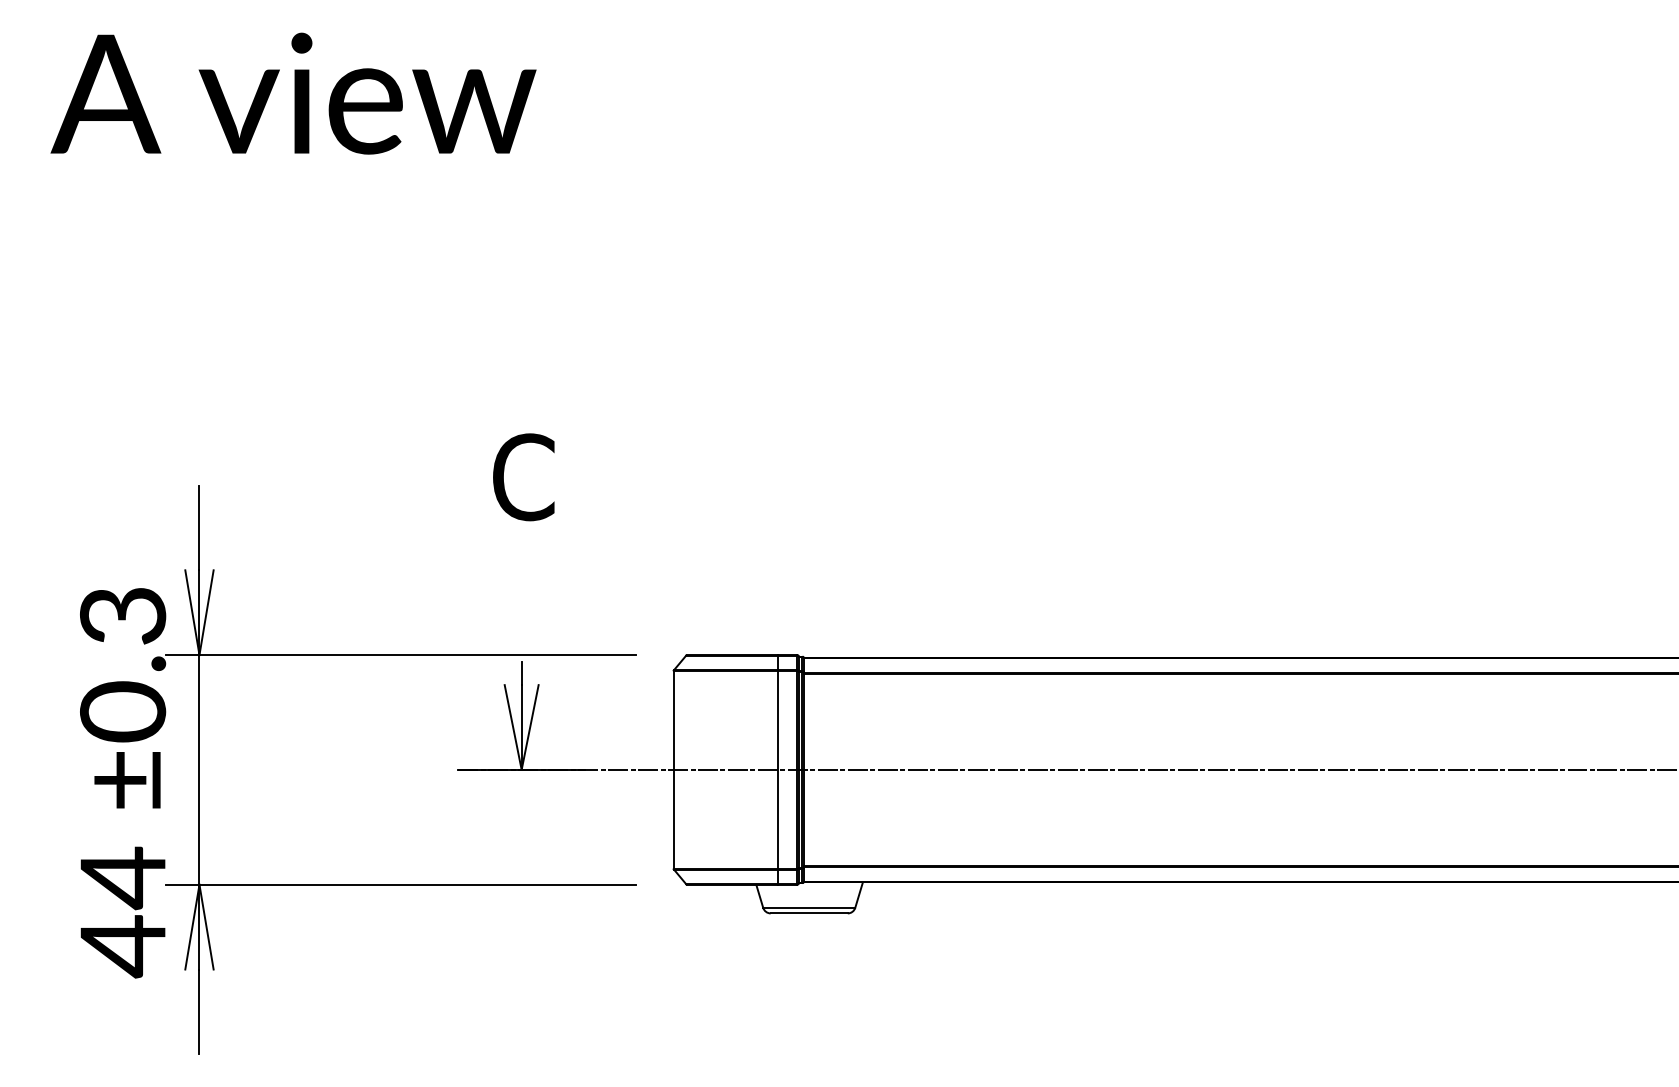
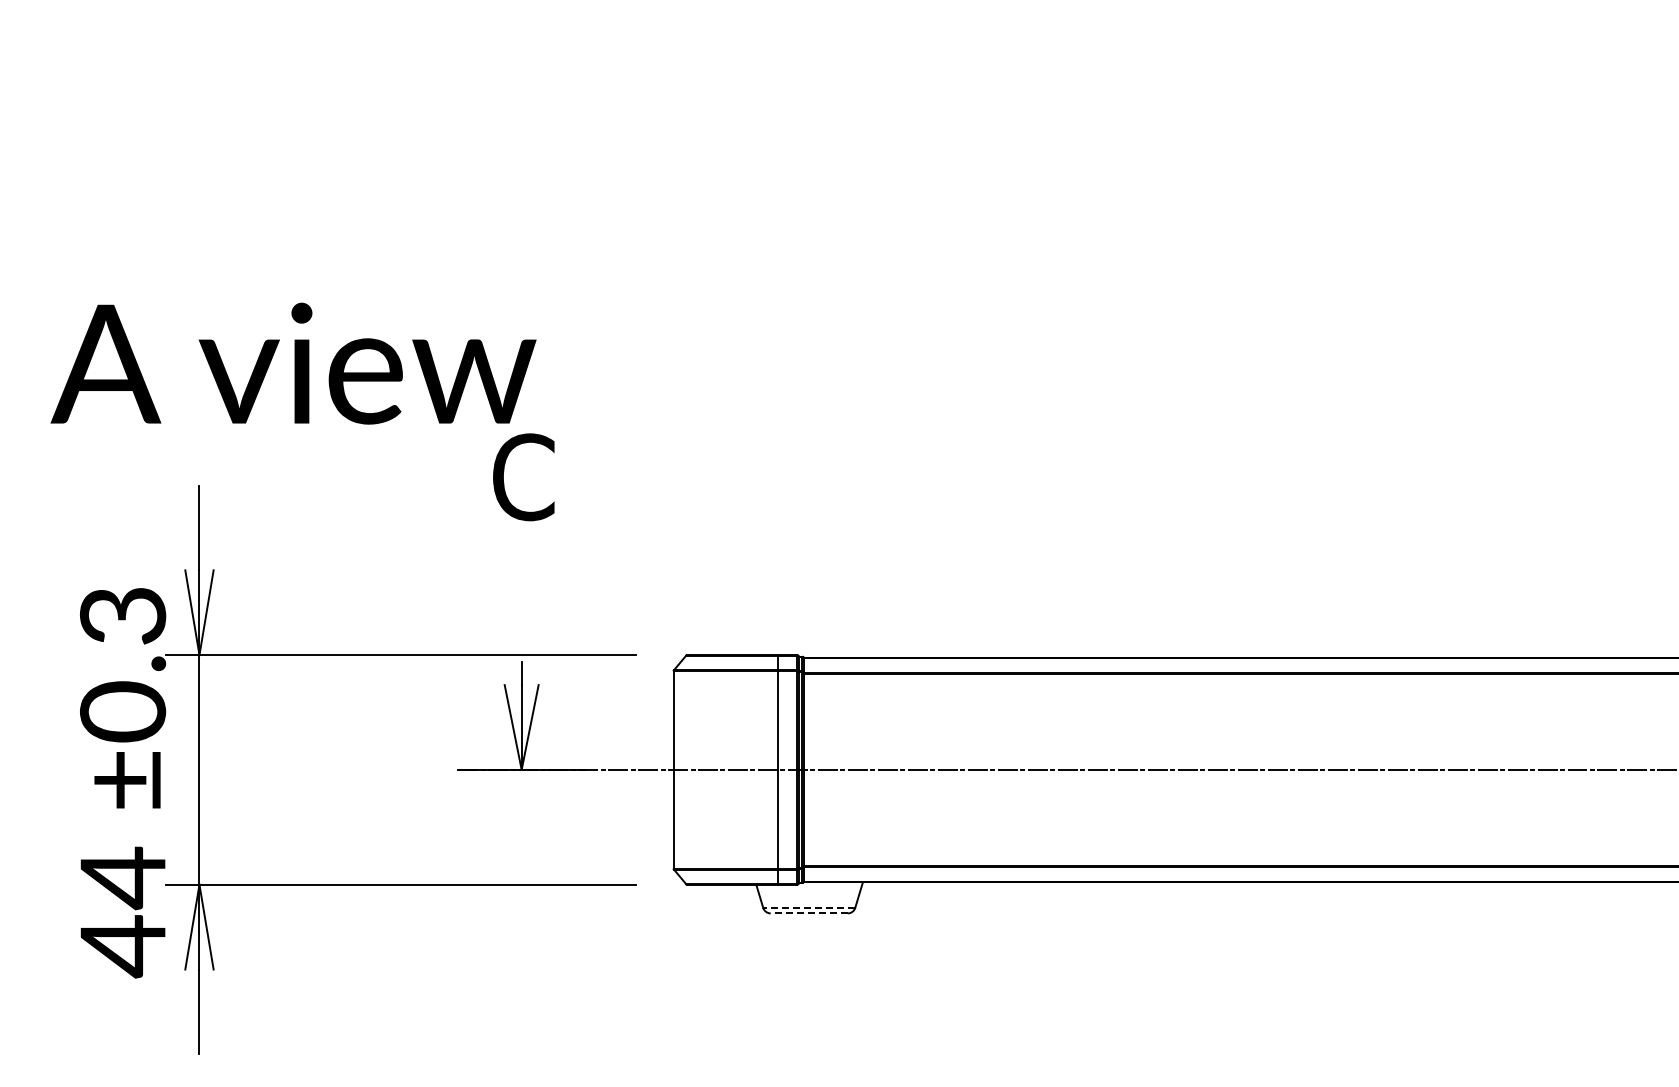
text at (293, 93) position: (293, 93) -> (293, 363)
line at (808, 907): solid -> dashed
line at (809, 913): solid -> dashed
